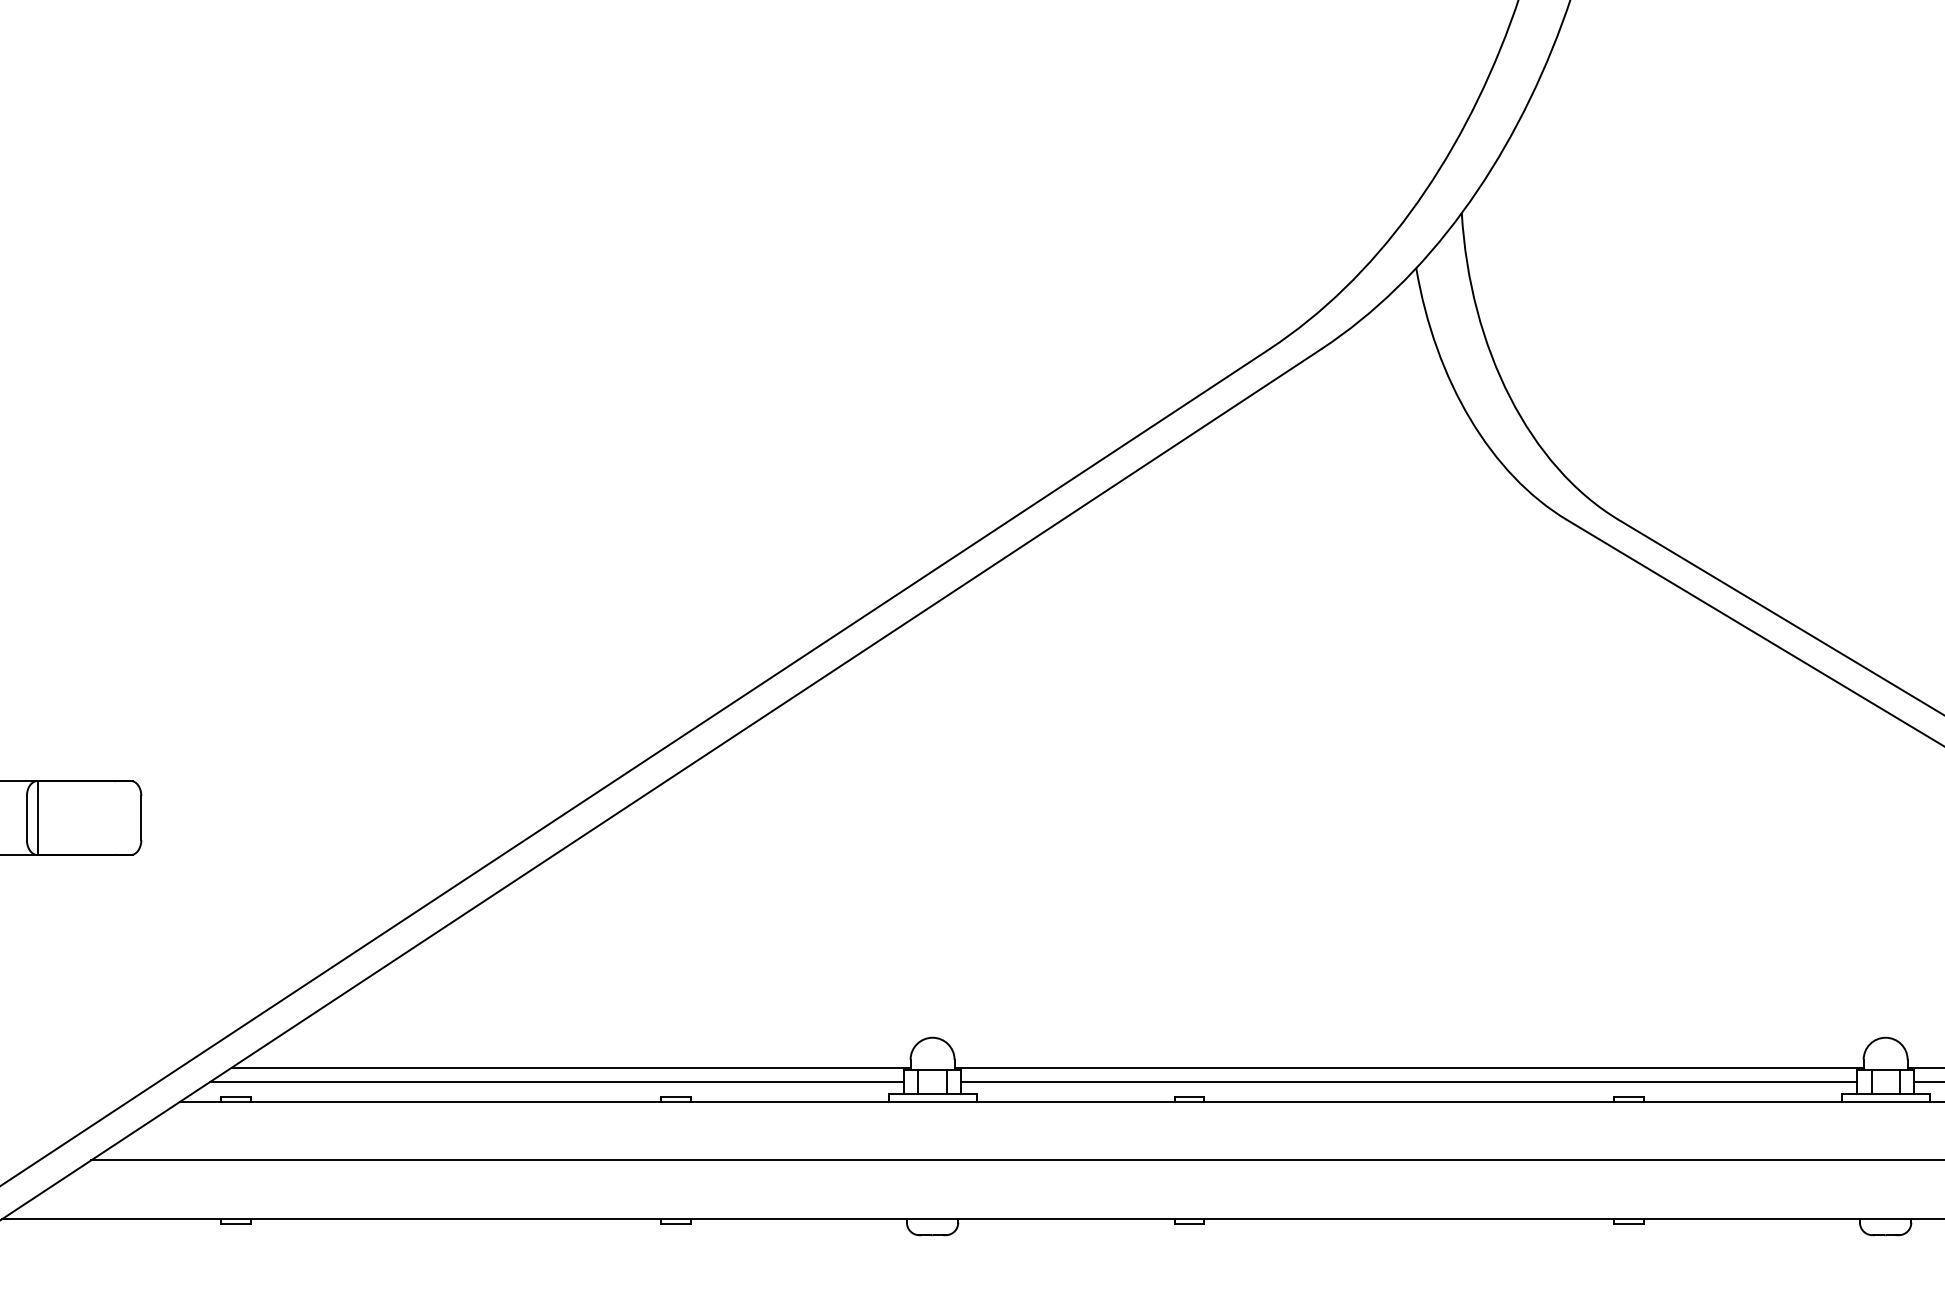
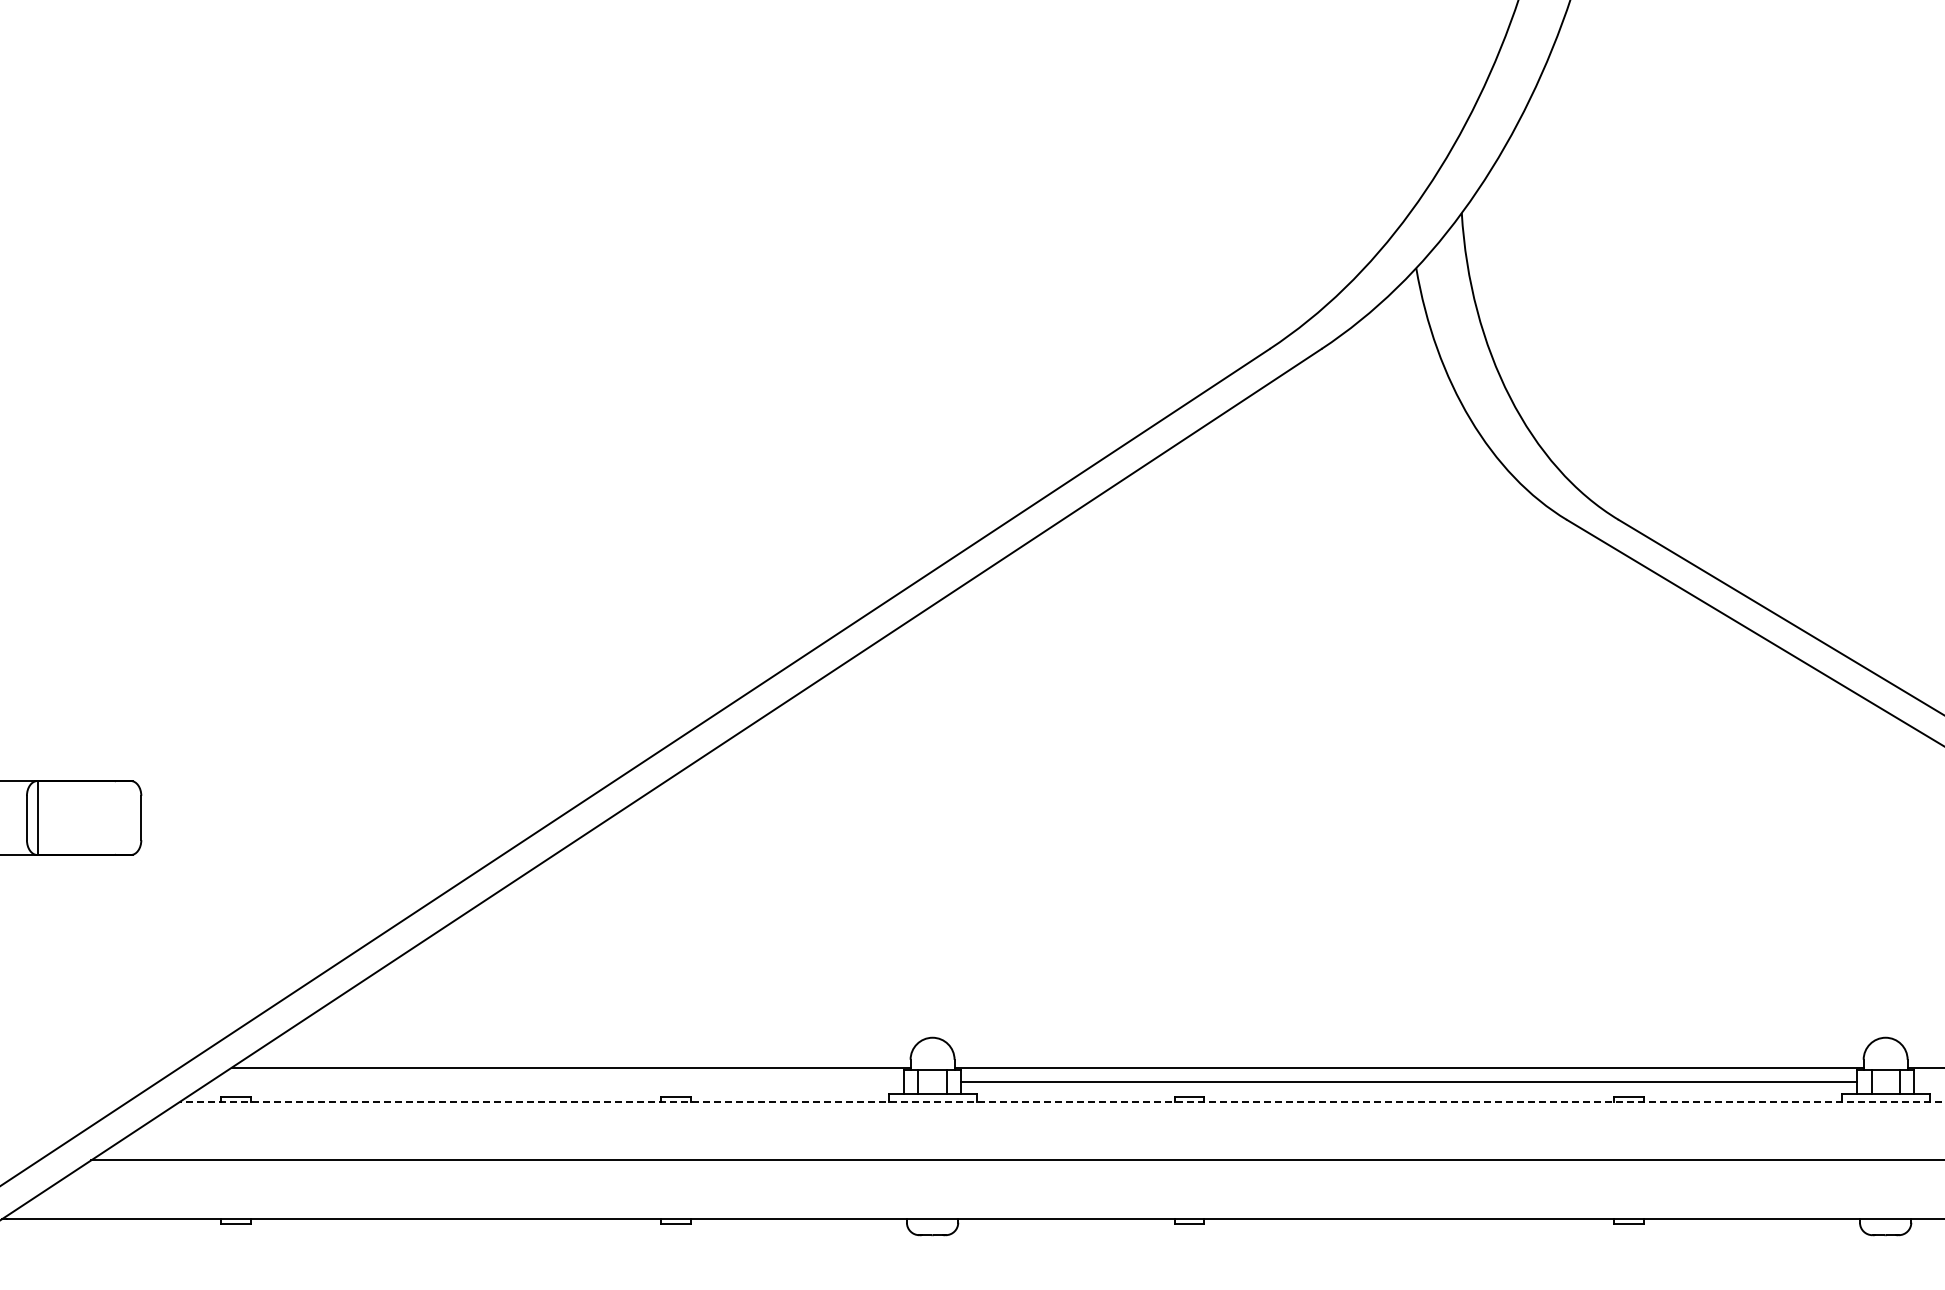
line at (556, 1082): present -> none
line at (1927, 1082): present -> none
line at (1061, 1101): solid -> dashed
